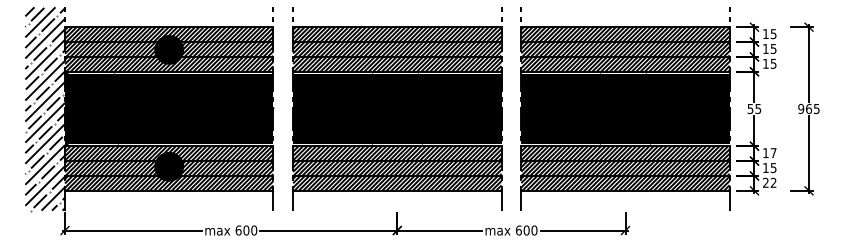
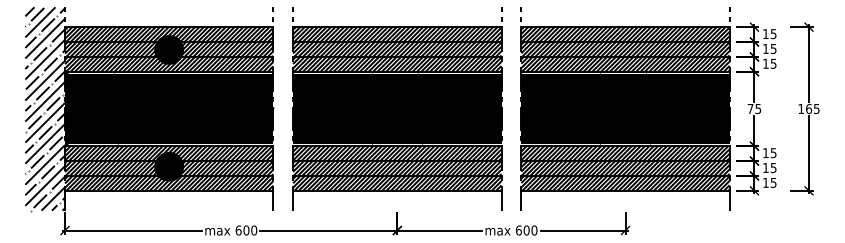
text at (750, 109): 55 -> 75
text at (801, 109): 965 -> 165
text at (773, 153): 17 -> 15
text at (769, 182): 22 -> 15
